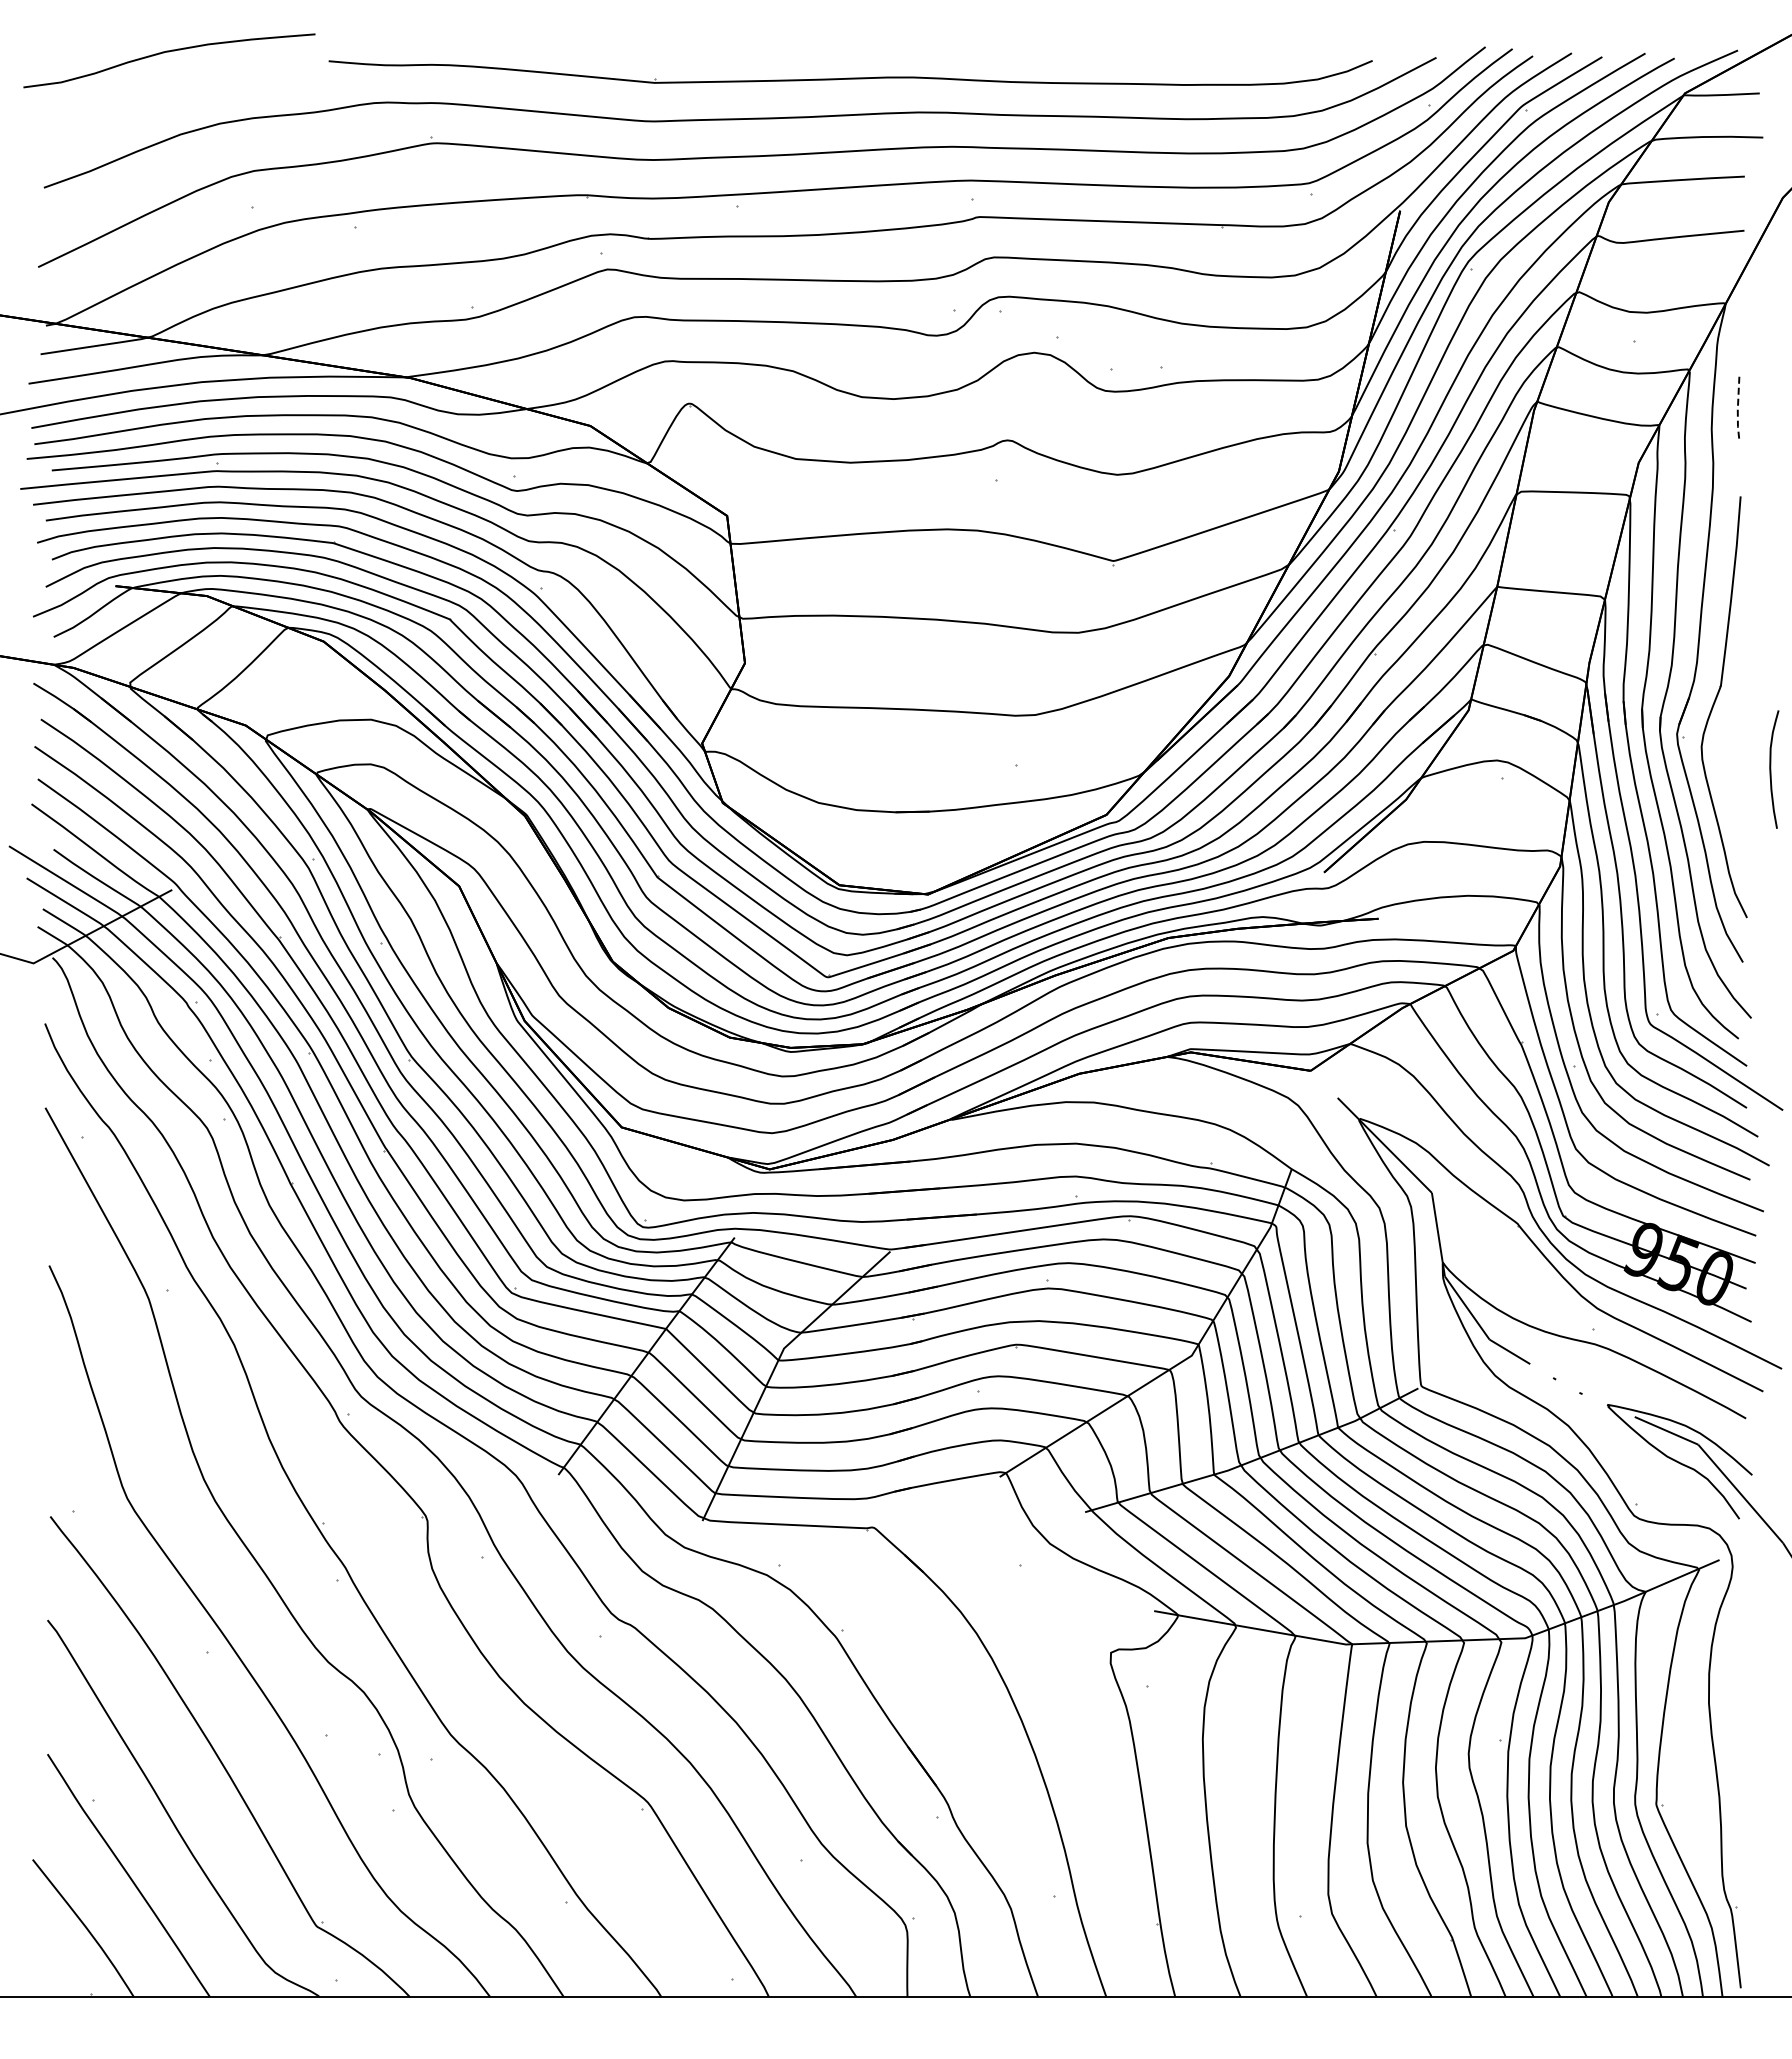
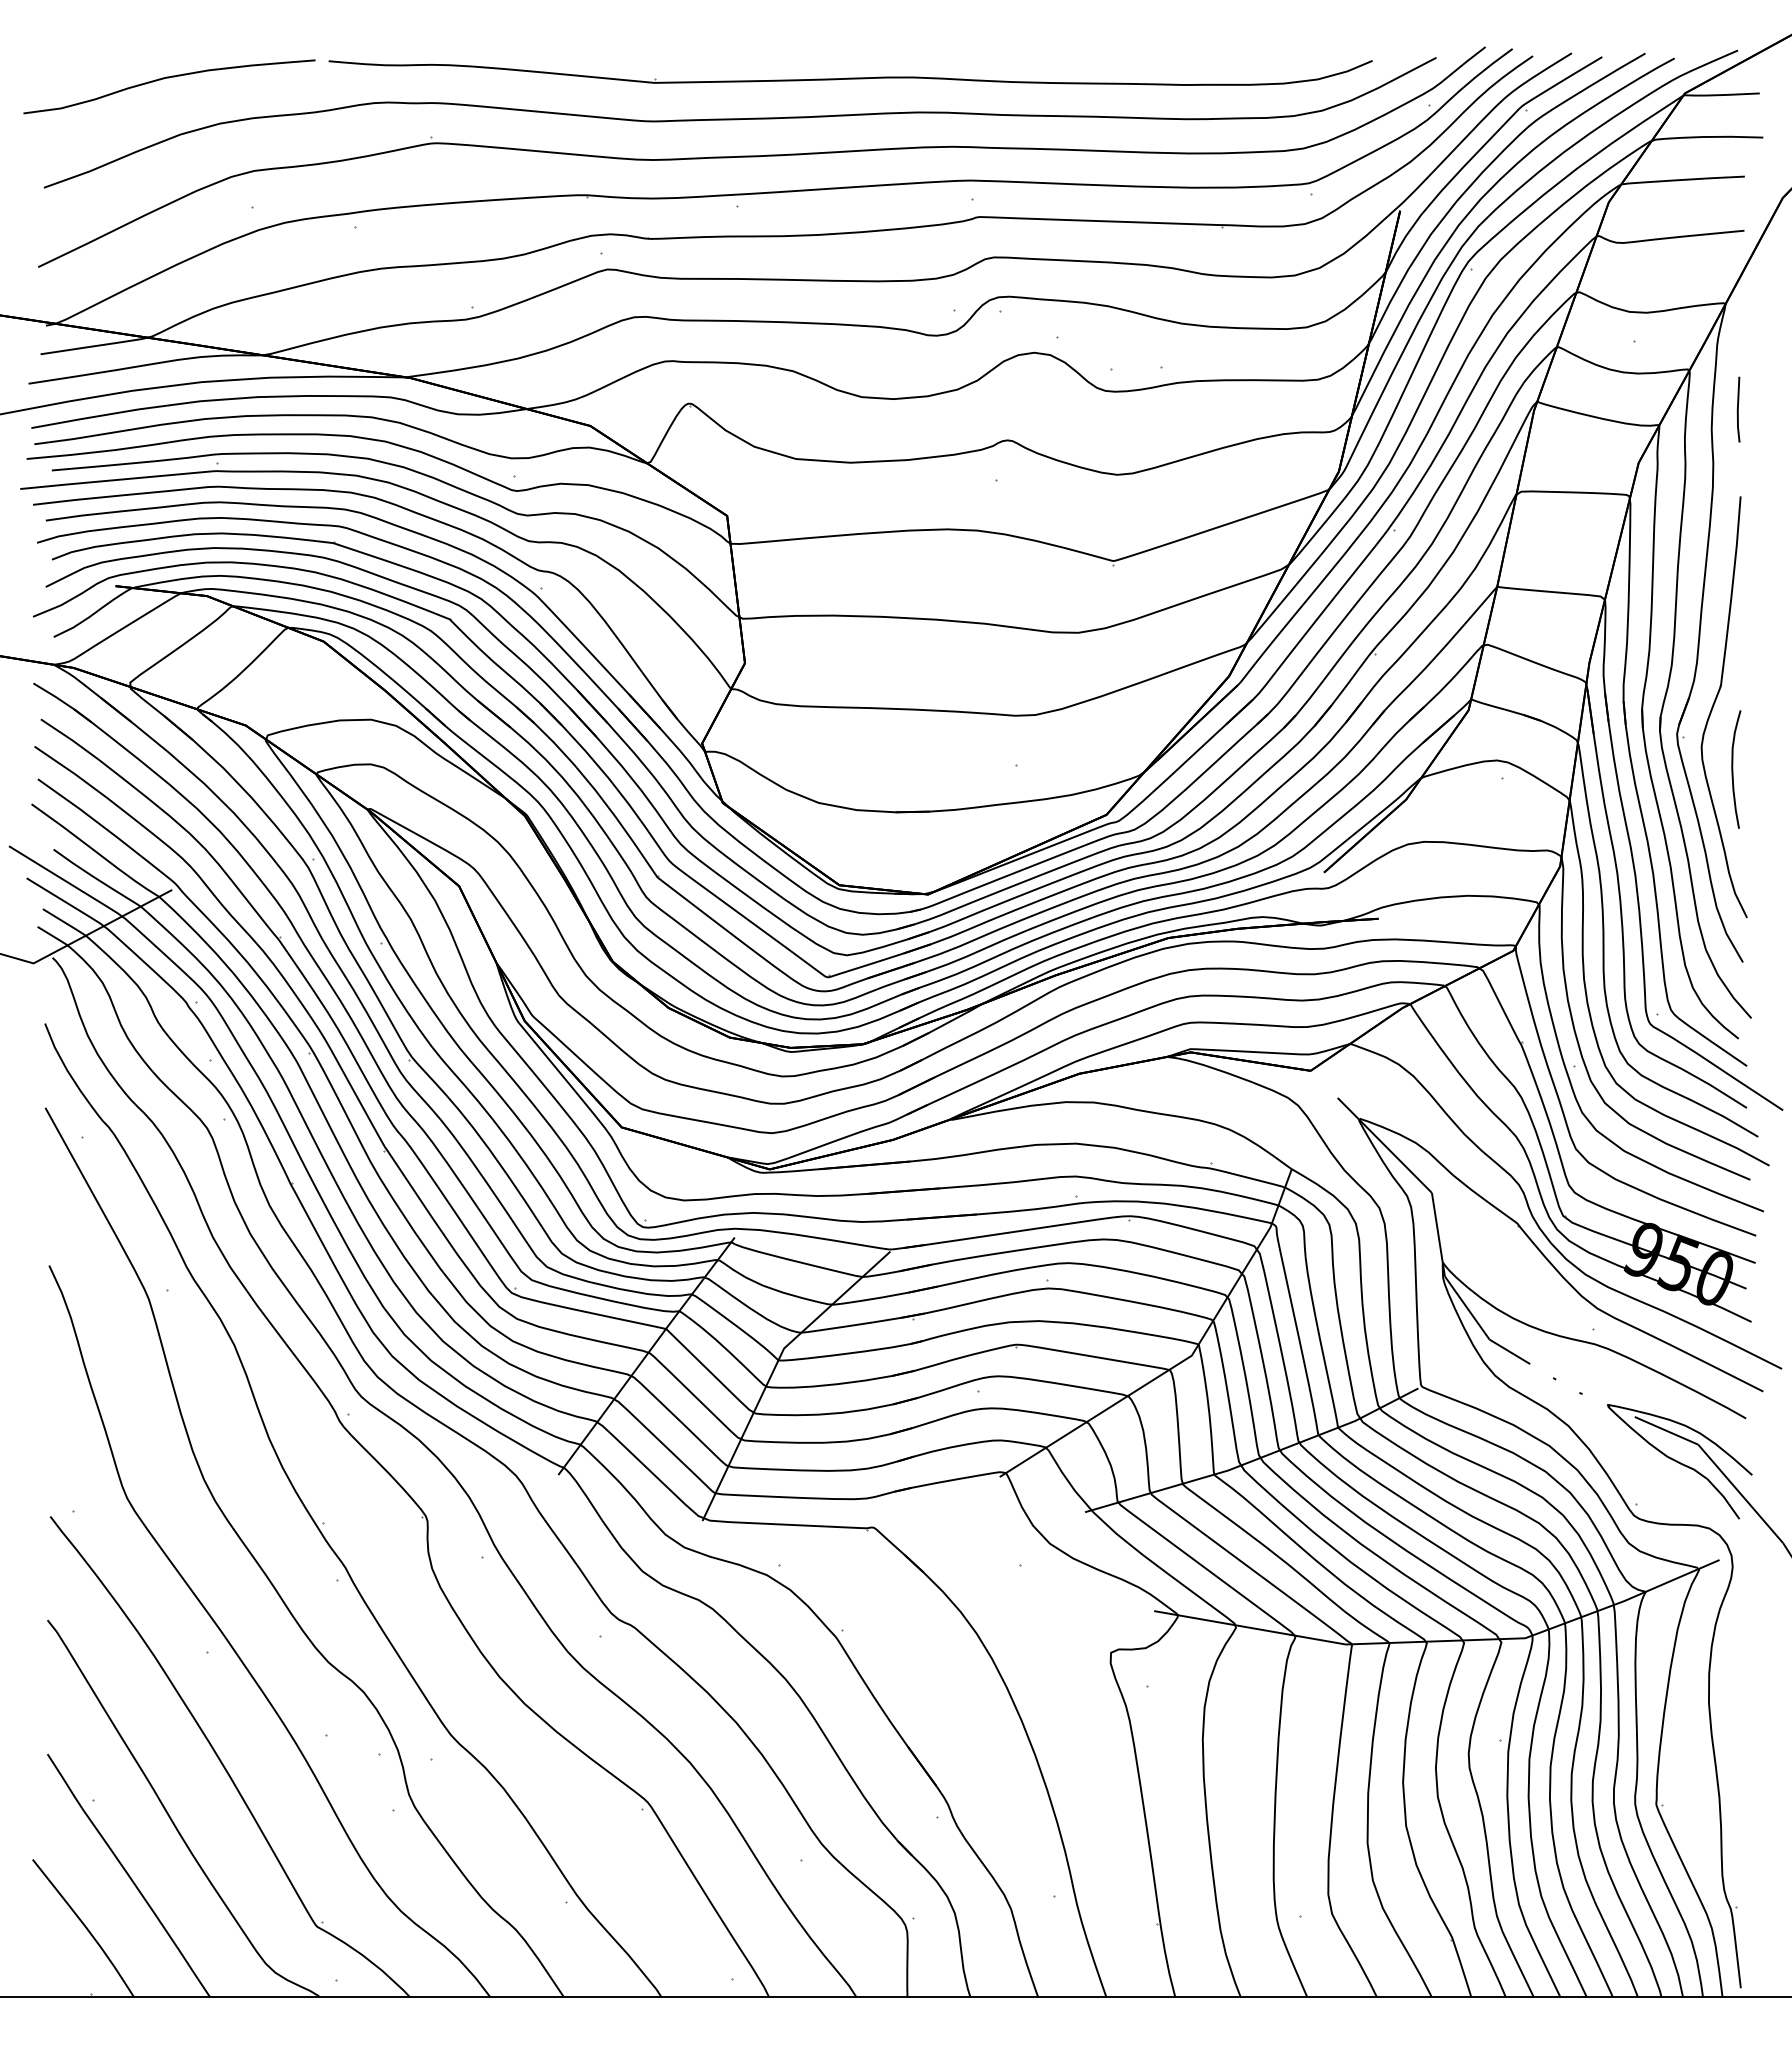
curve at (169, 52) position: (169, 52) -> (169, 78)
line at (1737, 409): dashed -> solid
curve at (1771, 769) position: (1771, 769) -> (1733, 769)
